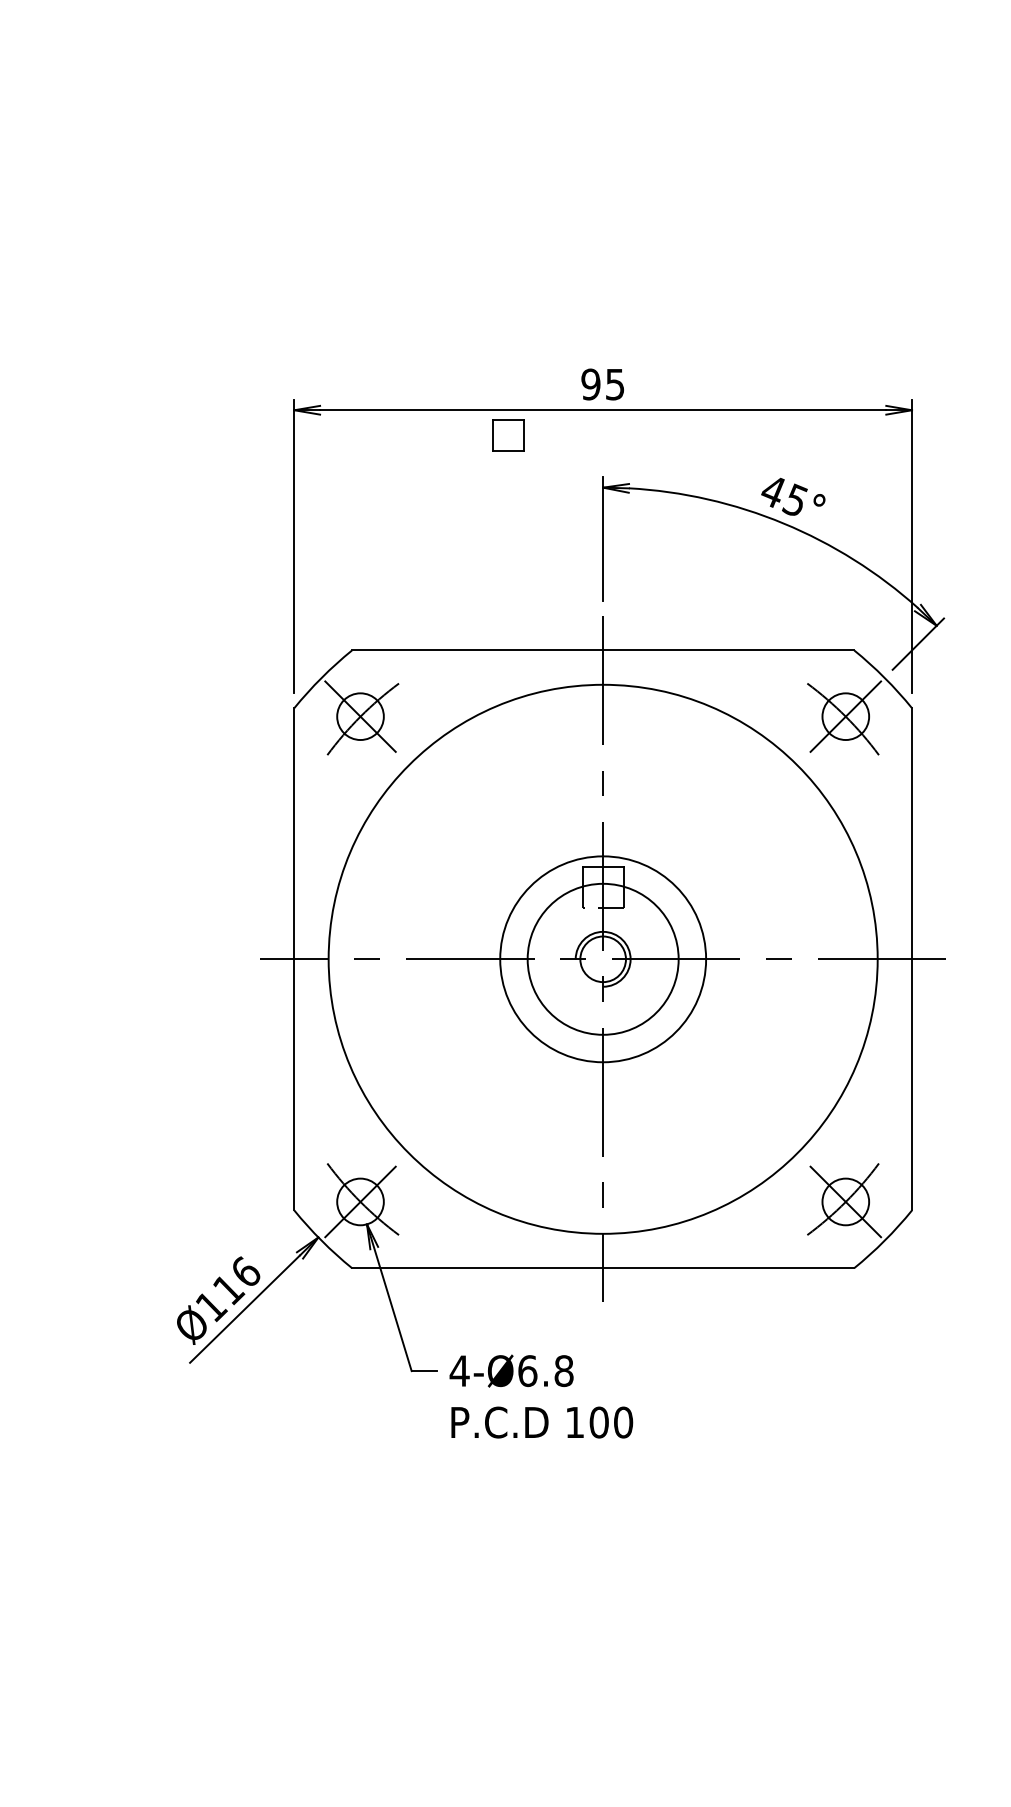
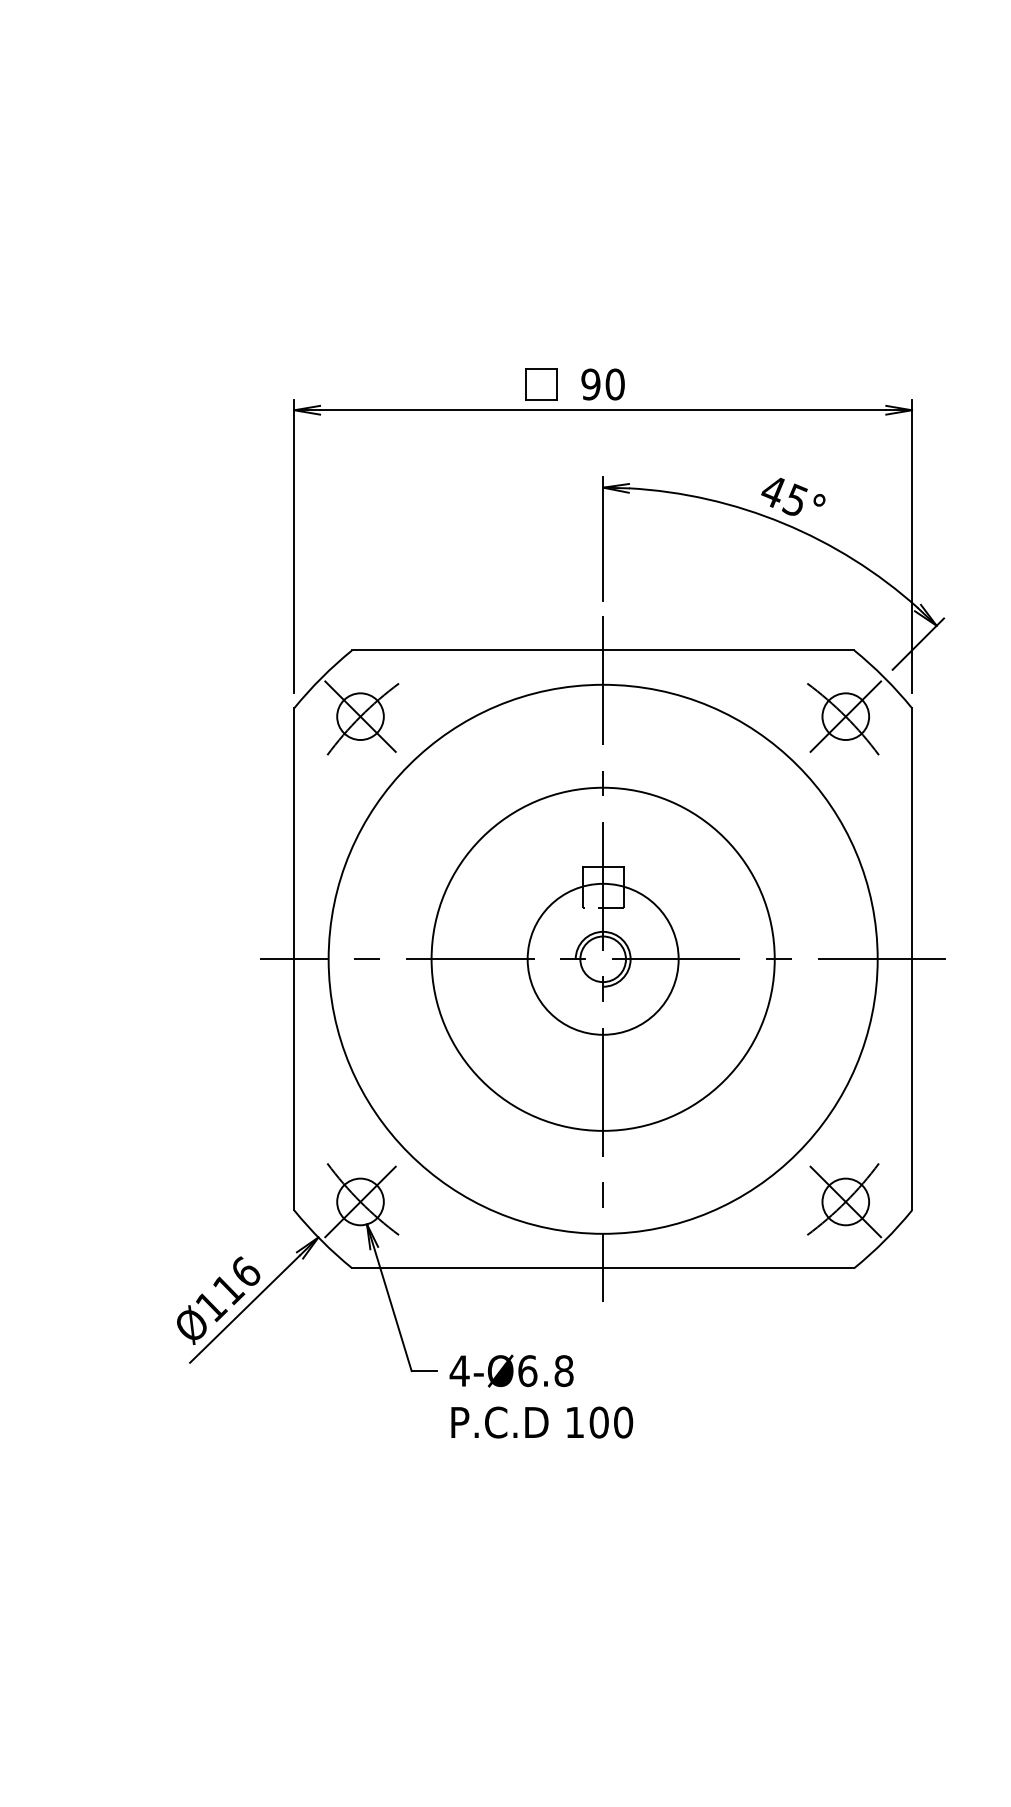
text at (614, 384): 95 -> 90
part at (508, 435) position: (508, 435) -> (541, 384)
circle at (603, 959) diameter: 206 px -> 343 px
